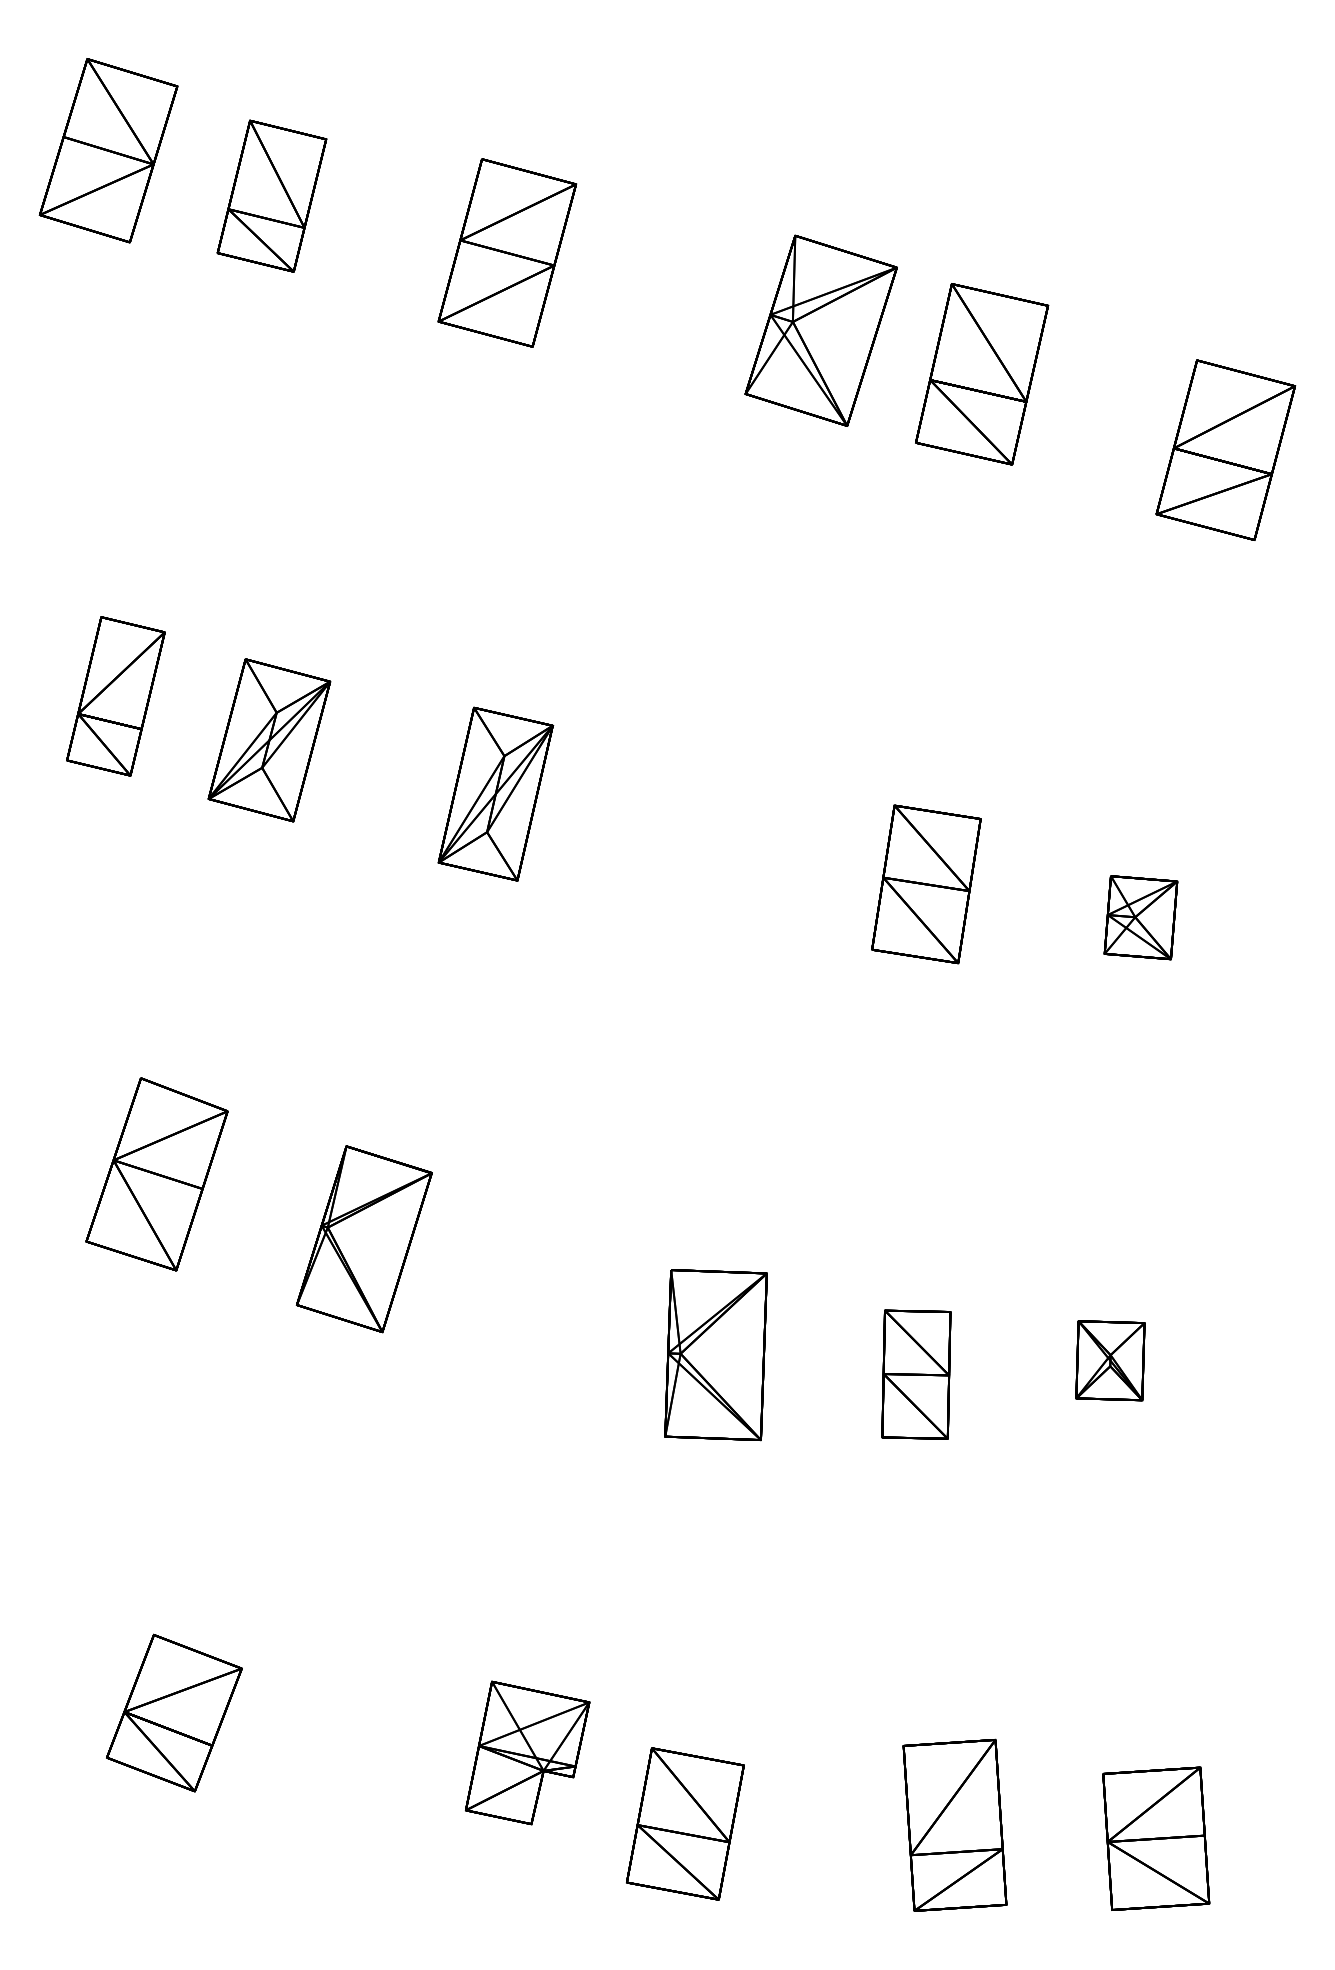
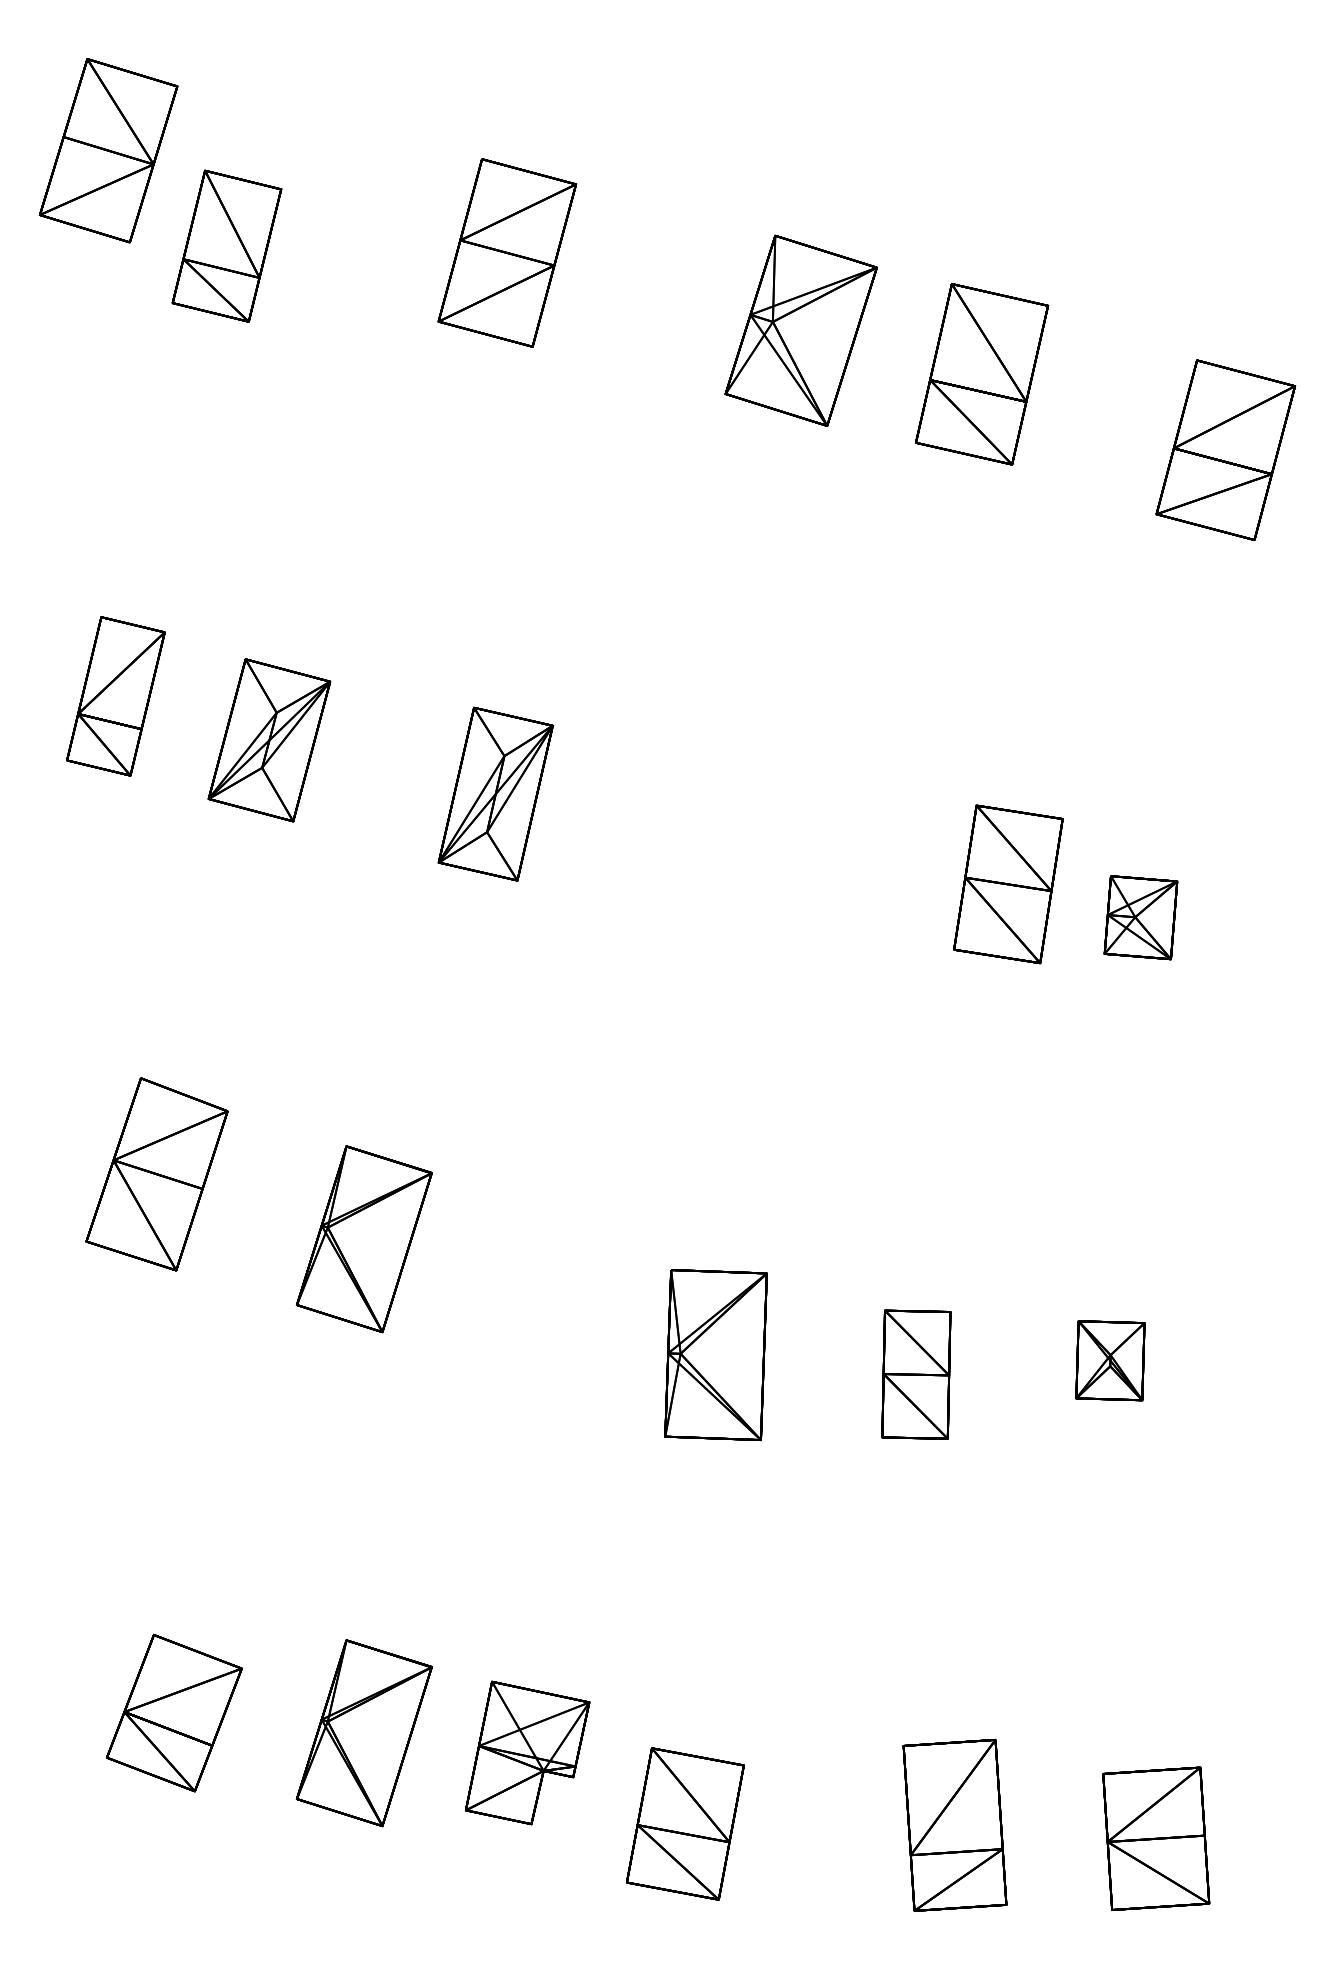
part at (271, 195) position: (271, 195) -> (226, 245)
part at (820, 330) position: (820, 330) -> (800, 330)
part at (926, 884) position: (926, 884) -> (1008, 884)
part at (363, 1733): none -> present
